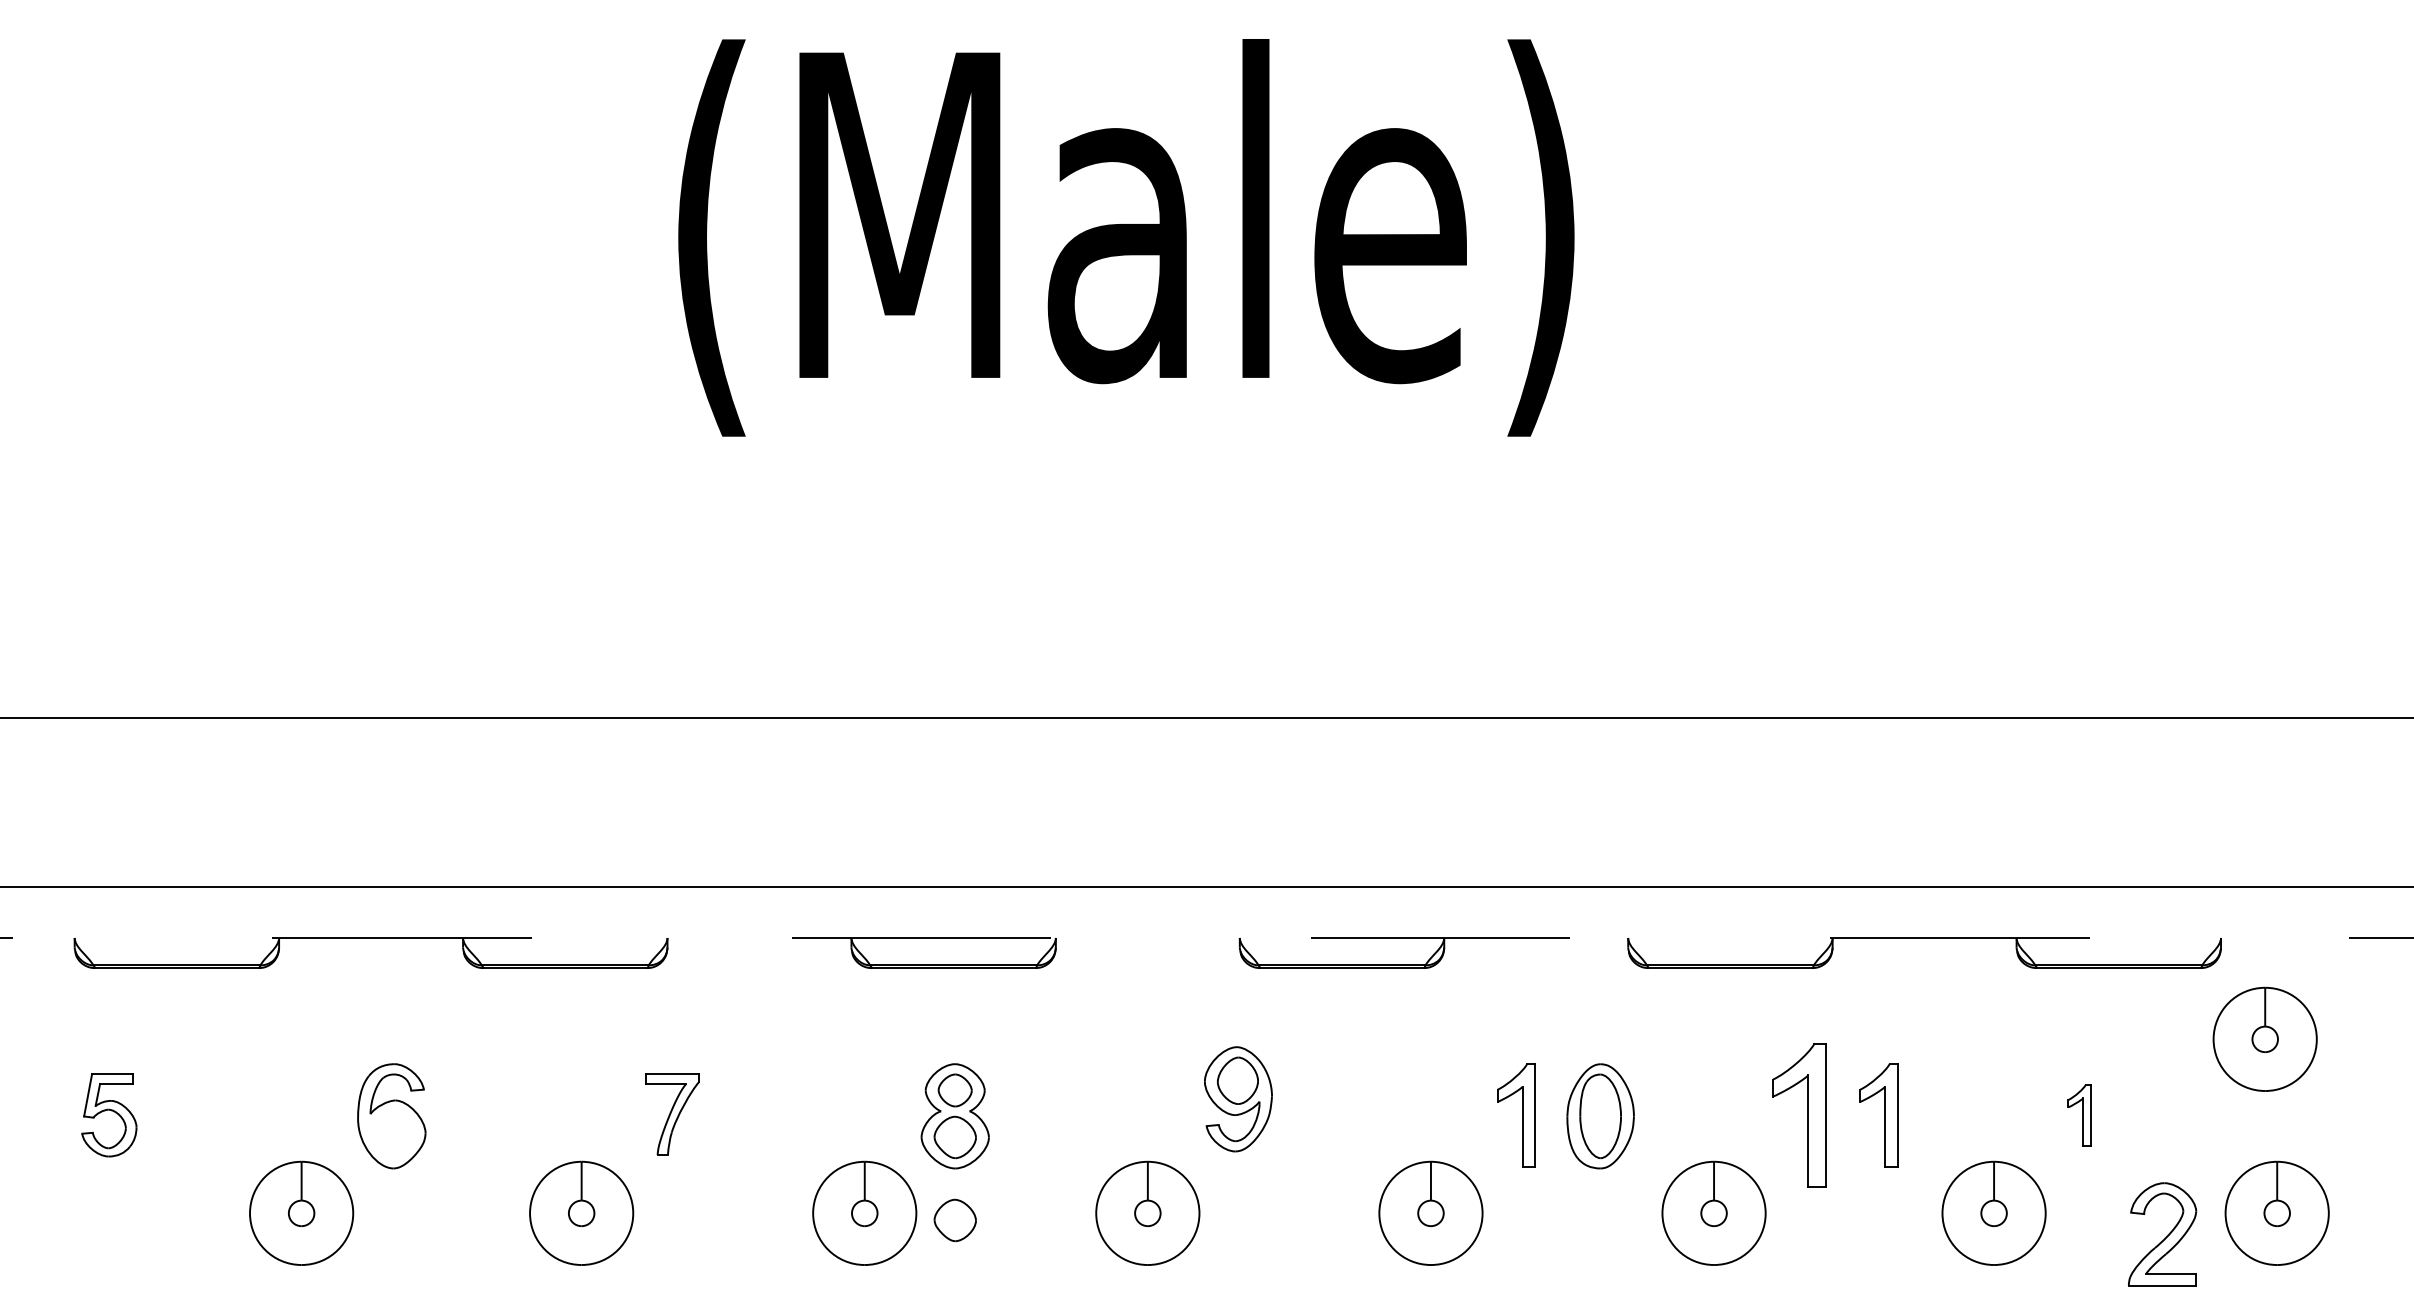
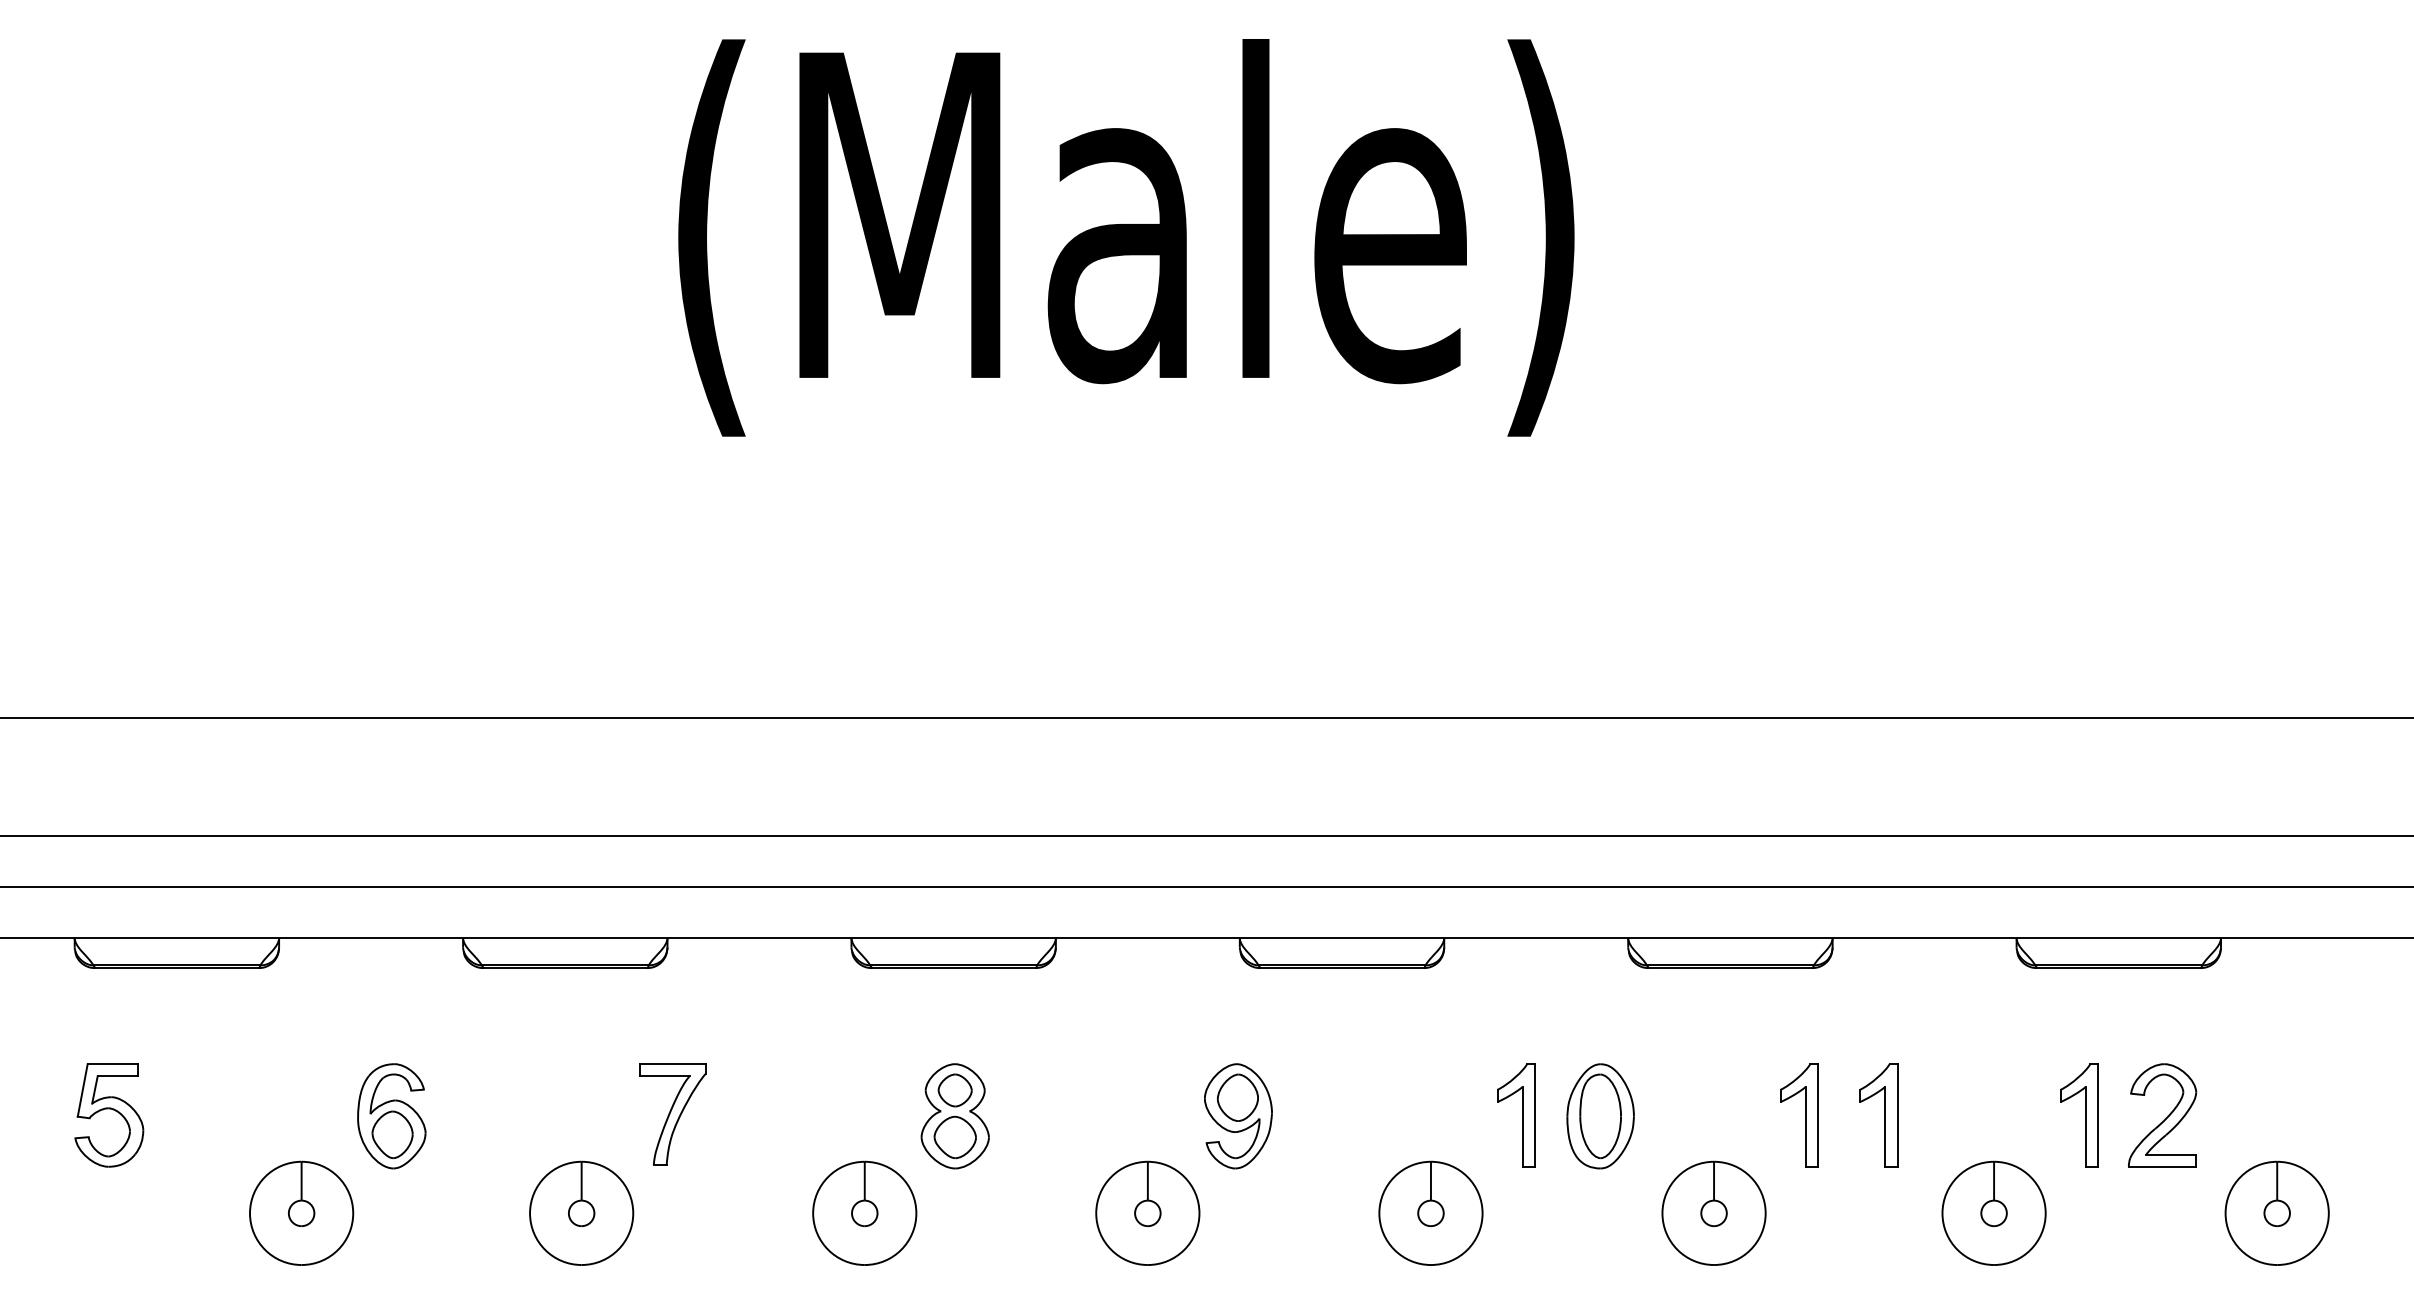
line at (1206, 835): none -> present
line at (1207, 937): dashed -> solid
part at (2264, 1038): present -> none
part at (1238, 1099) position: (1238, 1099) -> (1238, 1116)
part at (672, 1114) size: 55x83 px -> 68x103 px
part at (109, 1115) size: 57x85 px -> 71x105 px
part at (1799, 1115) size: 55x145 px -> 39x105 px
part at (2079, 1115) size: 25x63 px -> 39x105 px
part at (392, 1134): none -> present
part at (954, 1220): present -> none
part at (2162, 1234) position: (2162, 1234) -> (2162, 1115)
